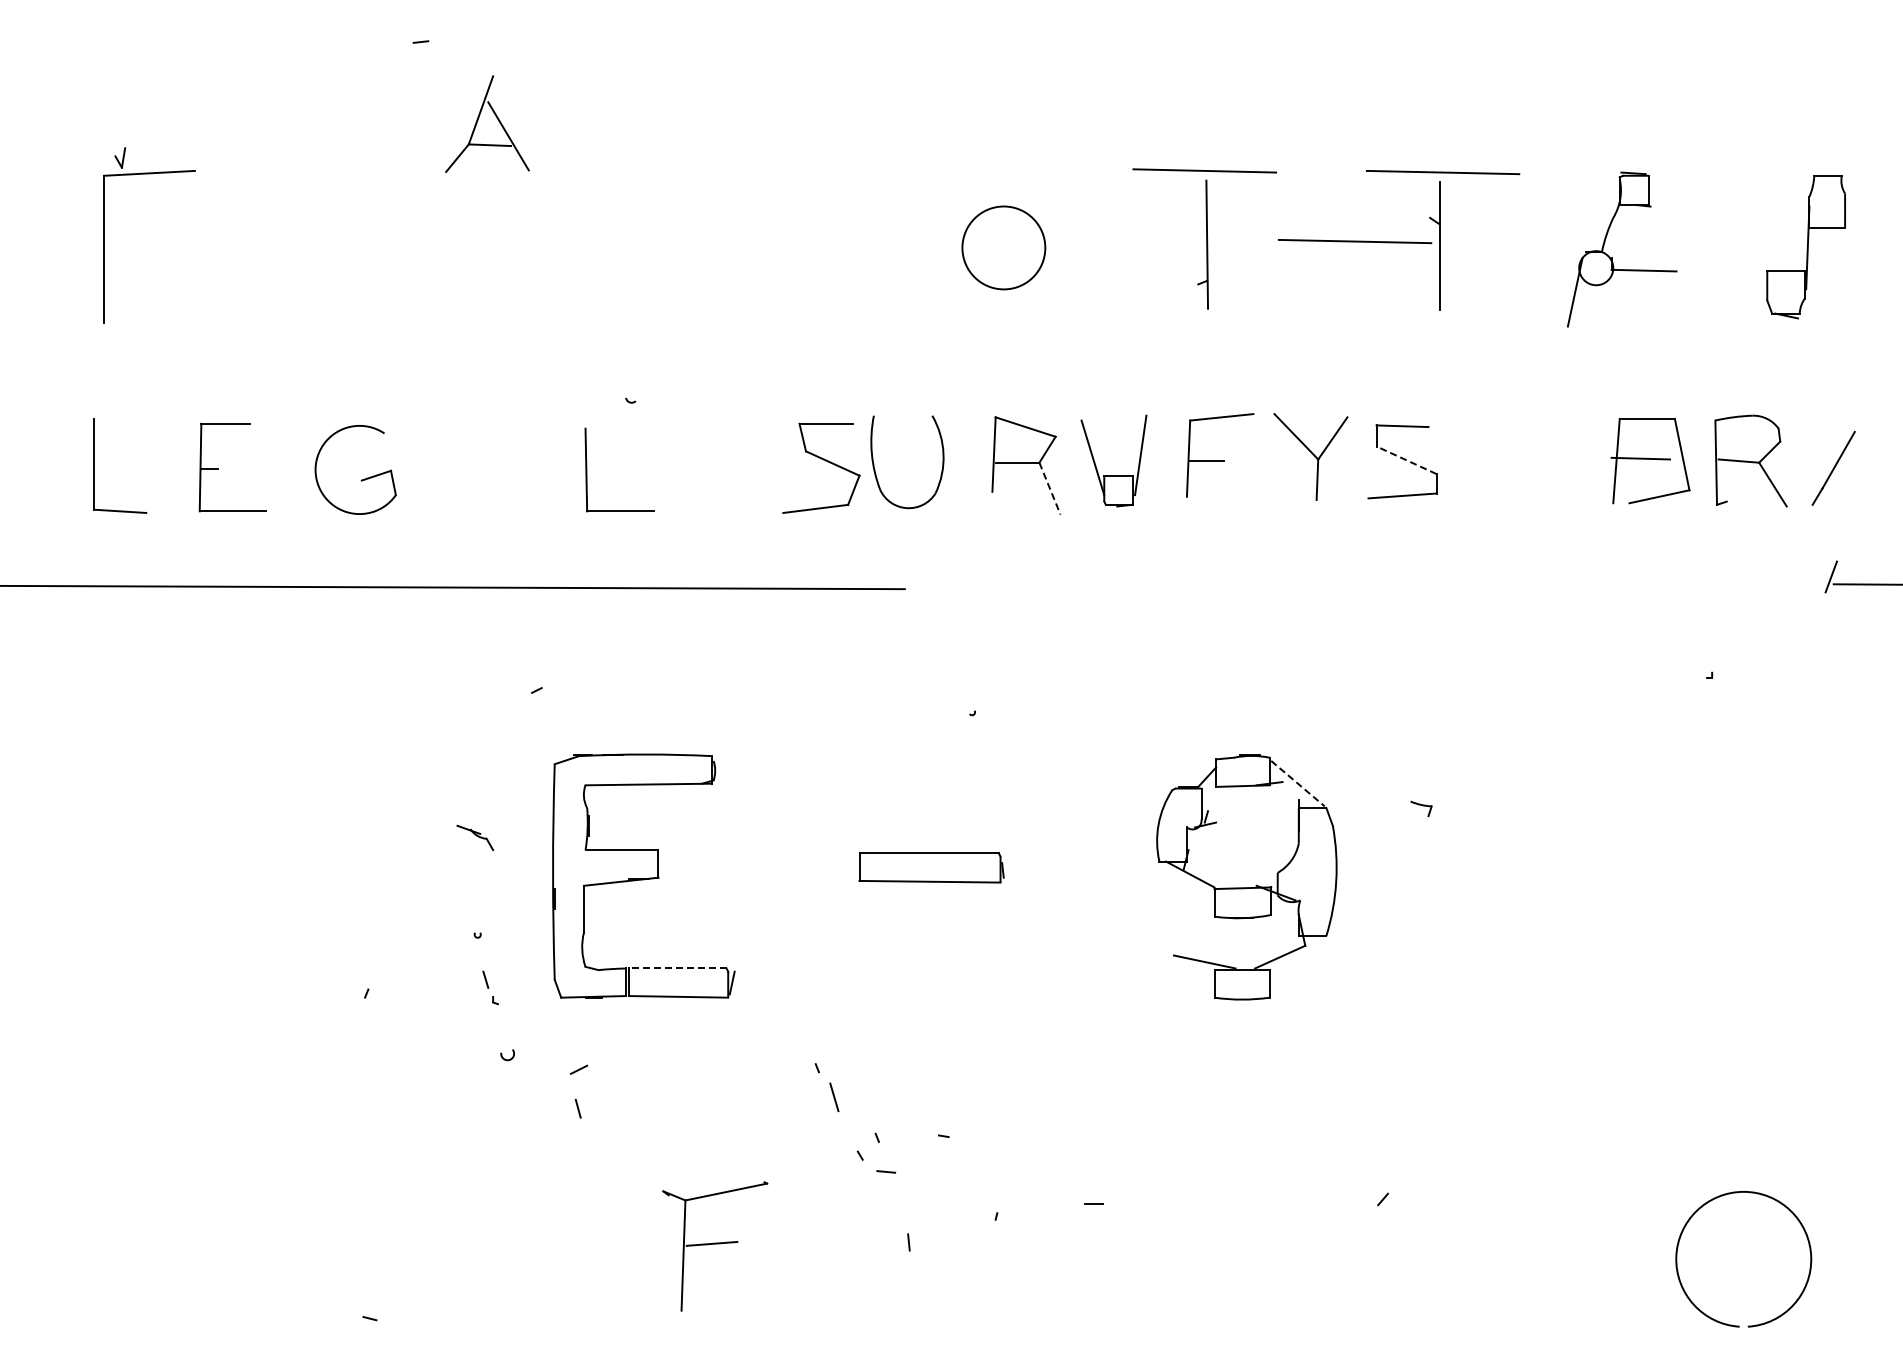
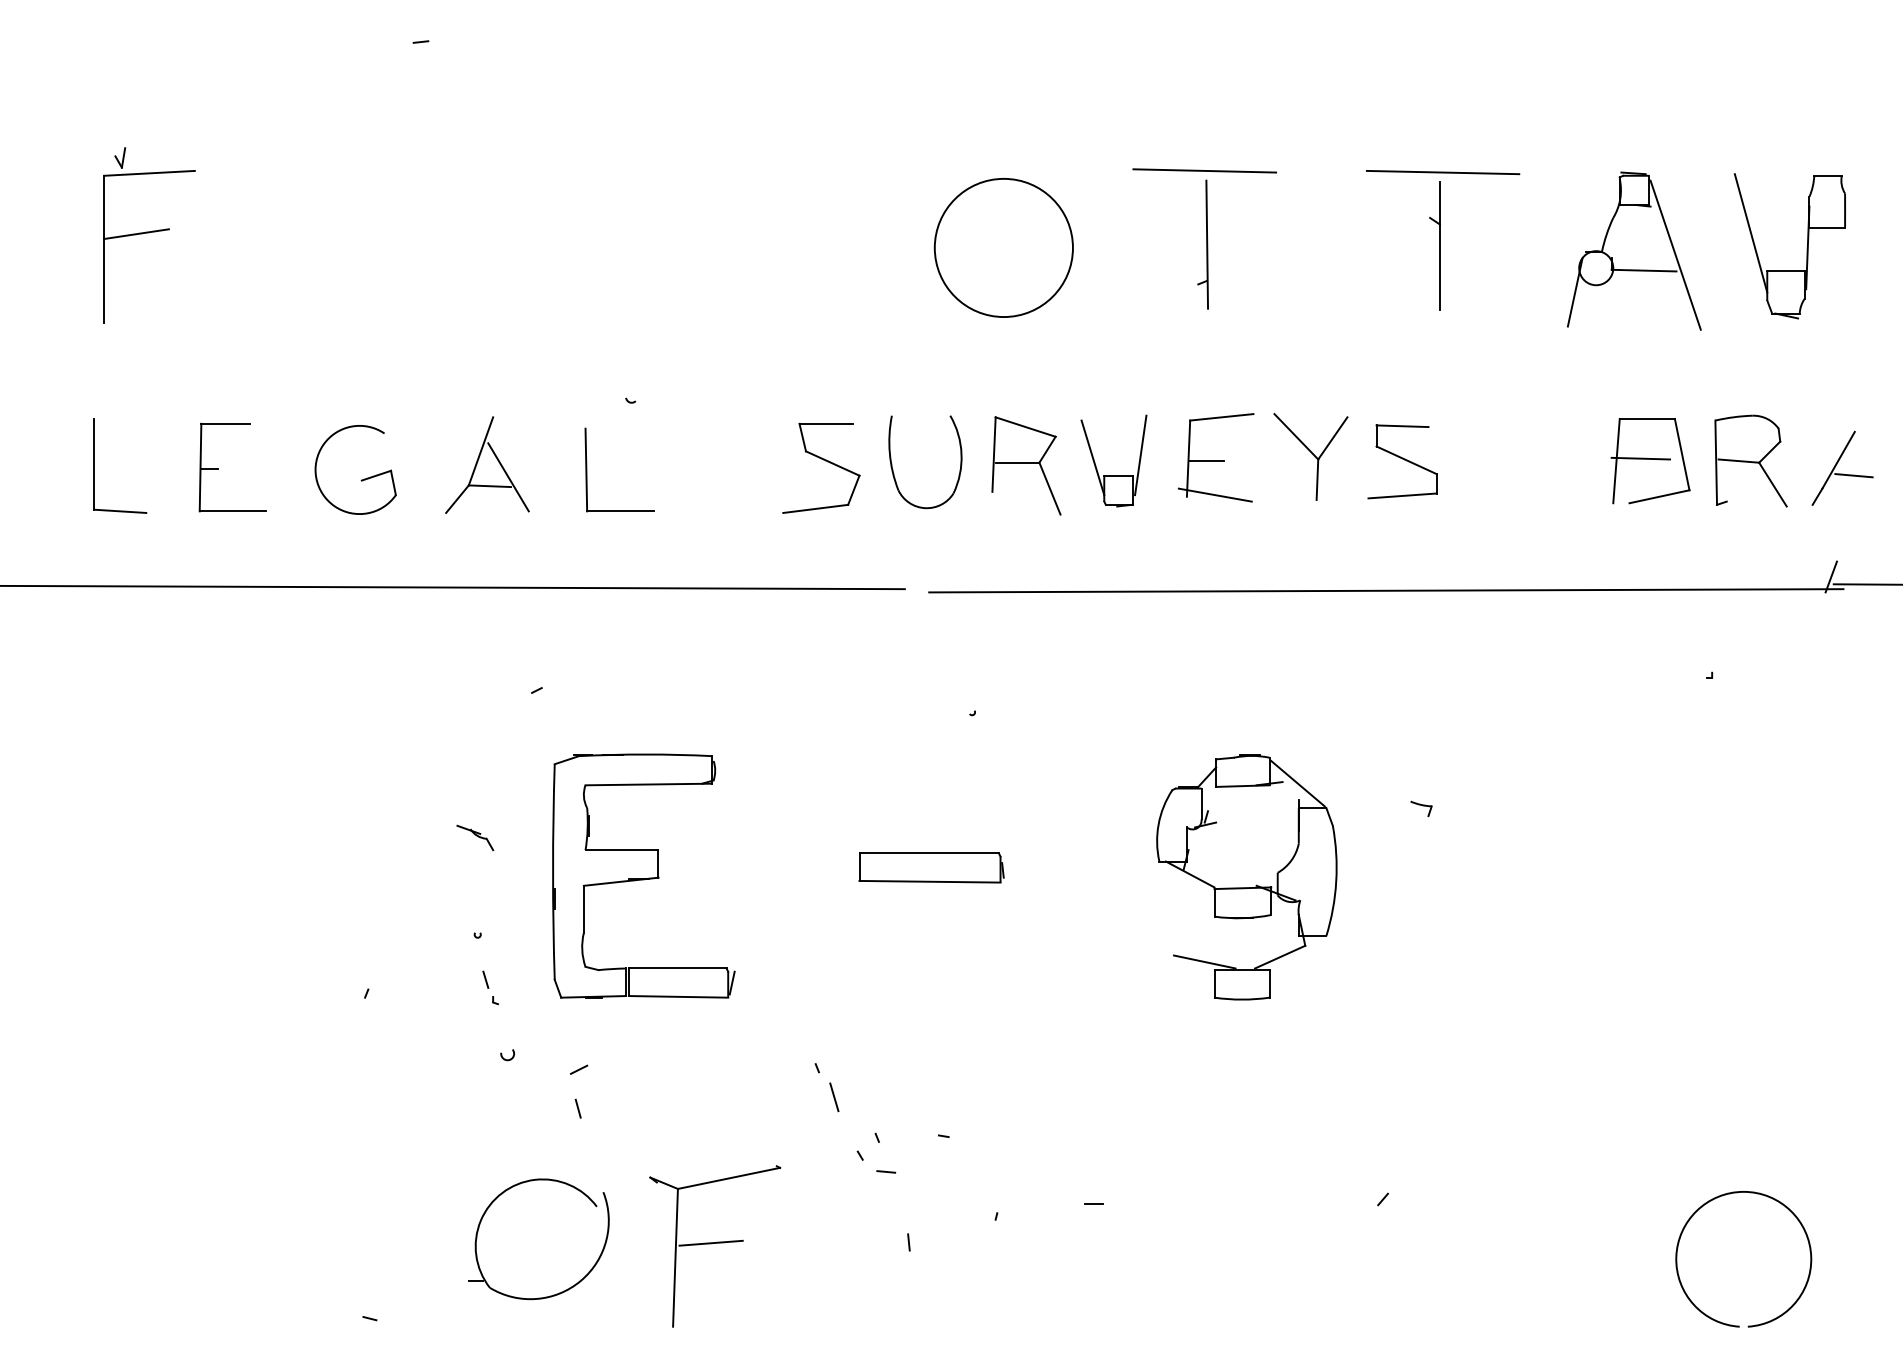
part at (478, 120) position: (478, 120) -> (478, 461)
line at (1750, 233): none -> present
line at (136, 234): none -> present
line at (1355, 241): present -> none
circle at (1003, 247) diameter: 83 px -> 138 px
line at (1675, 254): none -> present
line at (1406, 460): dashed -> solid
part at (875, 469) position: (875, 469) -> (893, 469)
line at (1853, 475): none -> present
line at (1049, 488): dashed -> solid
line at (1214, 494): none -> present
line at (1386, 590): none -> present
line at (1298, 784): dashed -> solid
line at (677, 968): dashed -> solid
part at (715, 1246) size: 107x131 px -> 133x163 px
part at (563, 1290): none -> present
